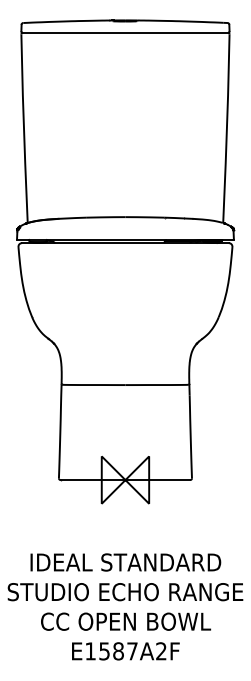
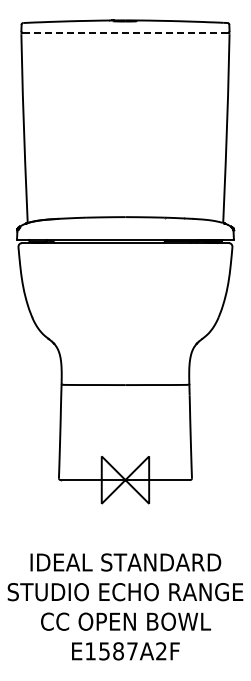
line at (125, 32): solid -> dashed
